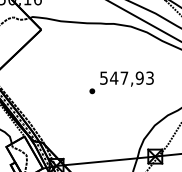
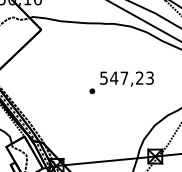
text at (139, 77): 547,93 -> 547,23
